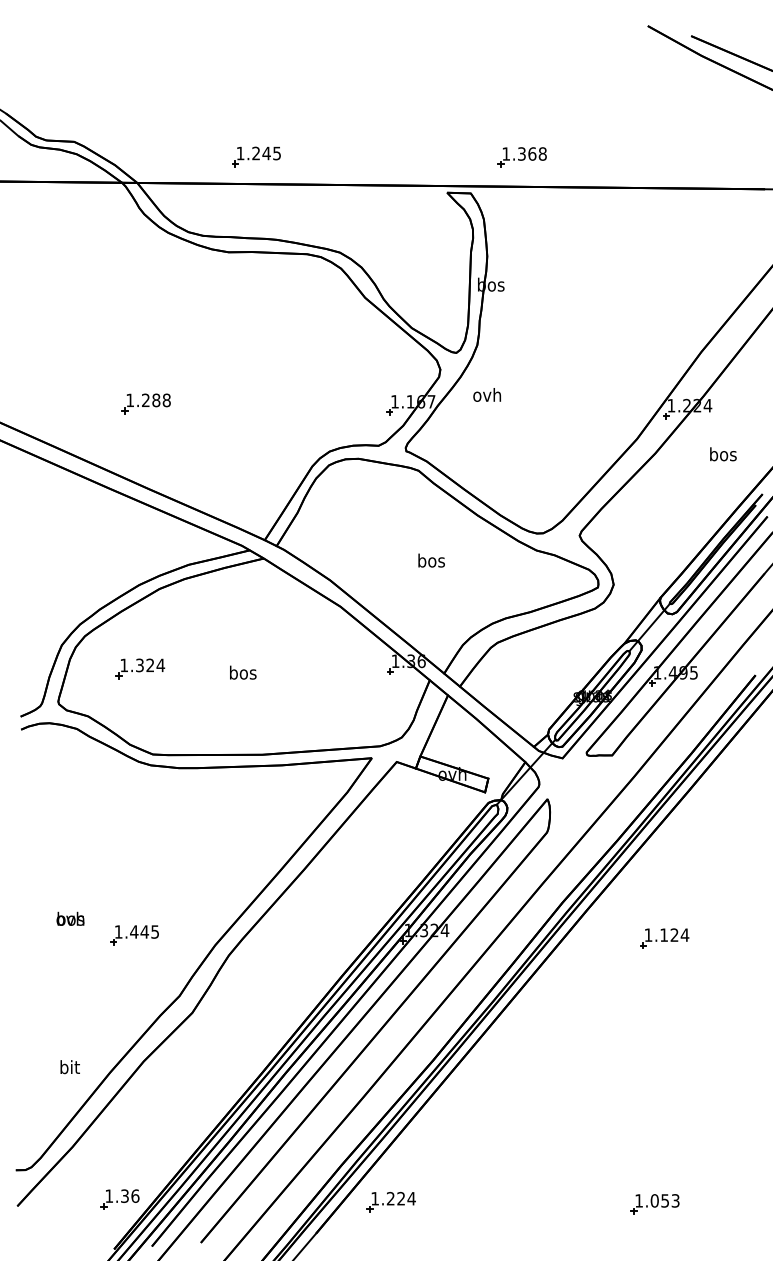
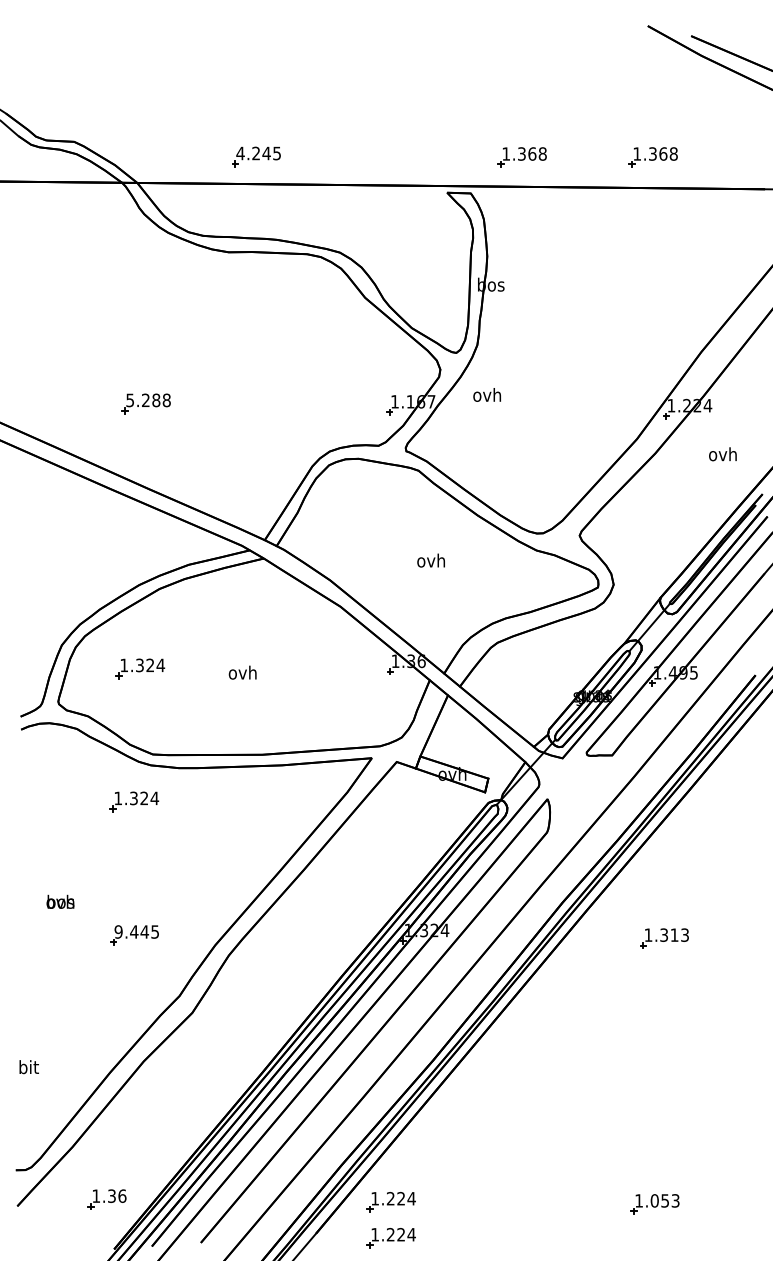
text at (240, 153): 1.245 -> 4.245
part at (652, 157): none -> present
text at (129, 400): 1.288 -> 5.288
text at (722, 454): bos -> ovh
text at (430, 560): bos -> ovh
text at (242, 672): bos -> ovh
part at (134, 801): none -> present
text at (70, 918) position: (70, 918) -> (60, 901)
text at (118, 931): 1.445 -> 9.445
text at (674, 934): 1.124 -> 1.313
text at (69, 1067) position: (69, 1067) -> (28, 1067)
part at (119, 1199) position: (119, 1199) -> (106, 1199)
part at (390, 1238): none -> present
